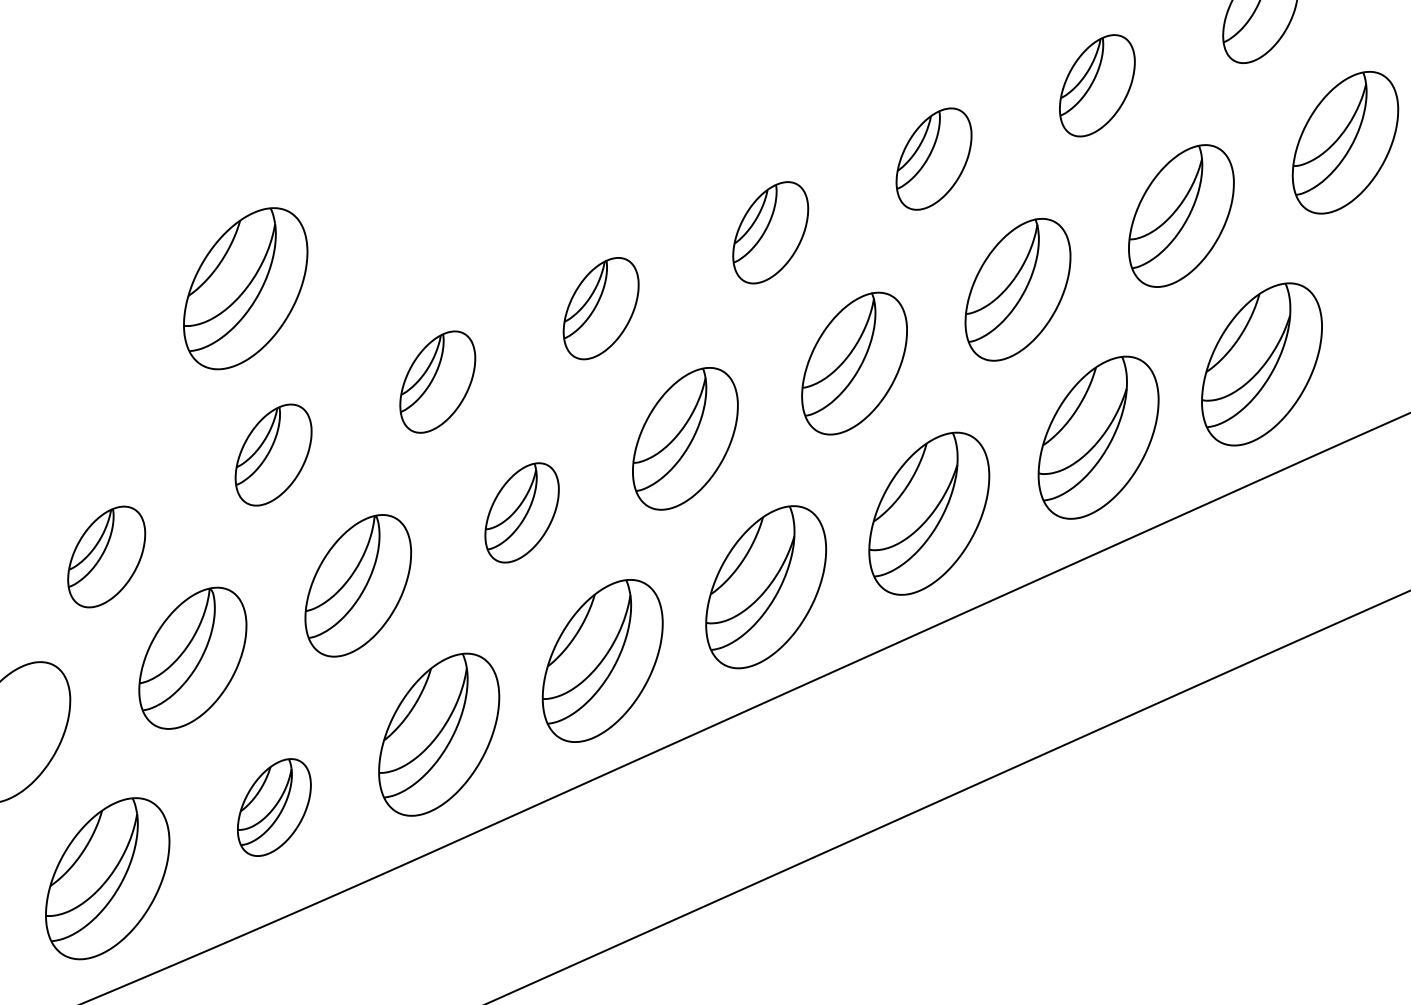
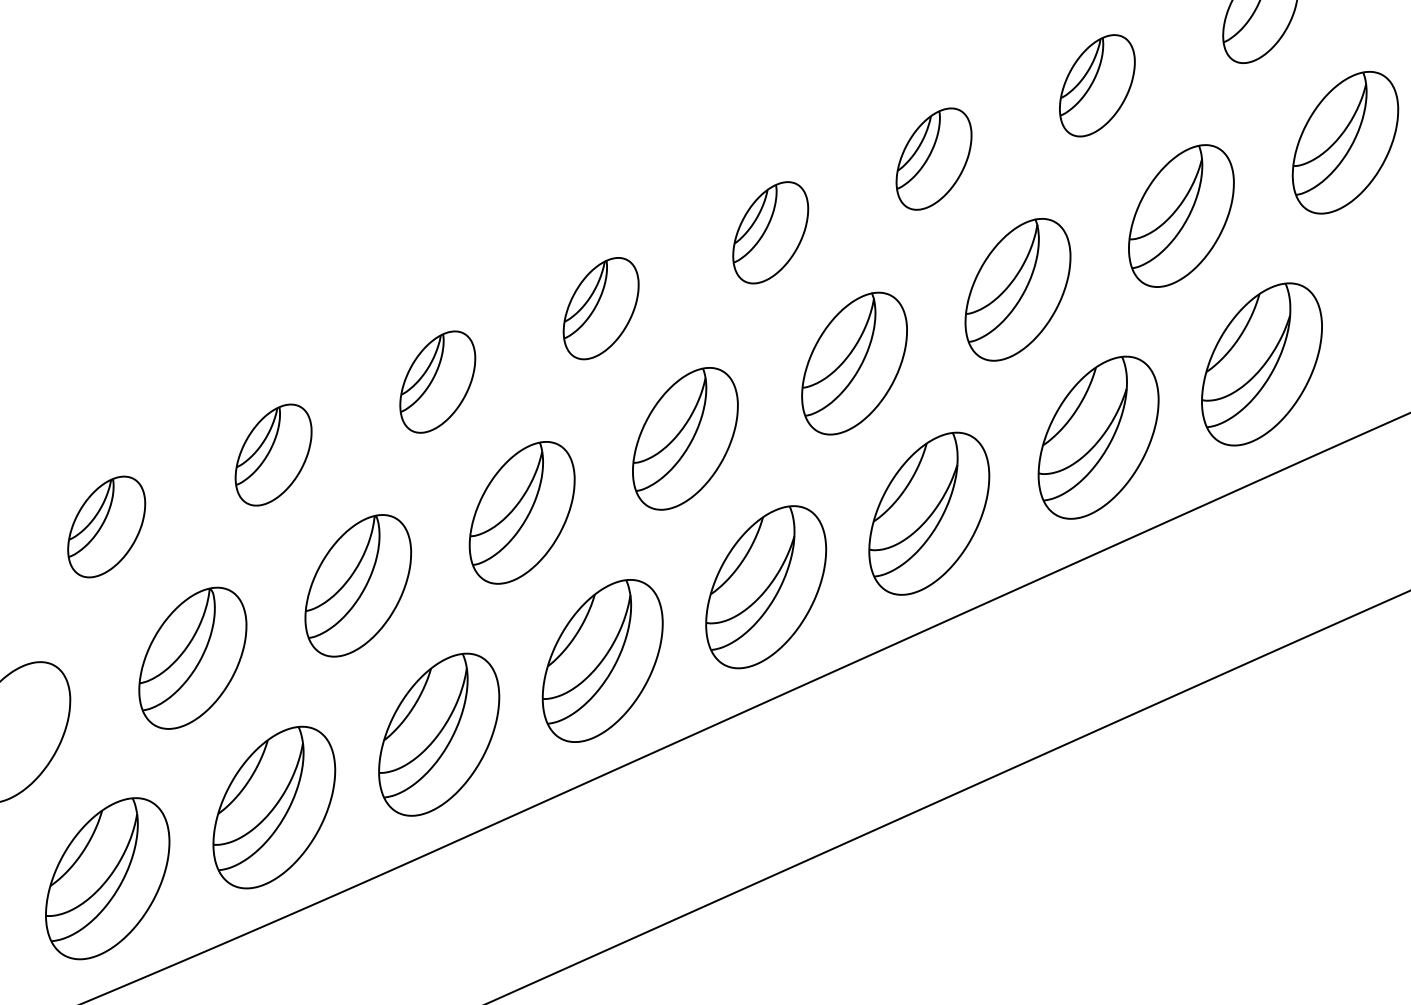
part at (245, 288): present -> none
part at (521, 512) size: 76x102 px -> 108x144 px
part at (106, 556) position: (106, 556) -> (106, 526)
part at (274, 807) size: 75x99 px -> 125x165 px
